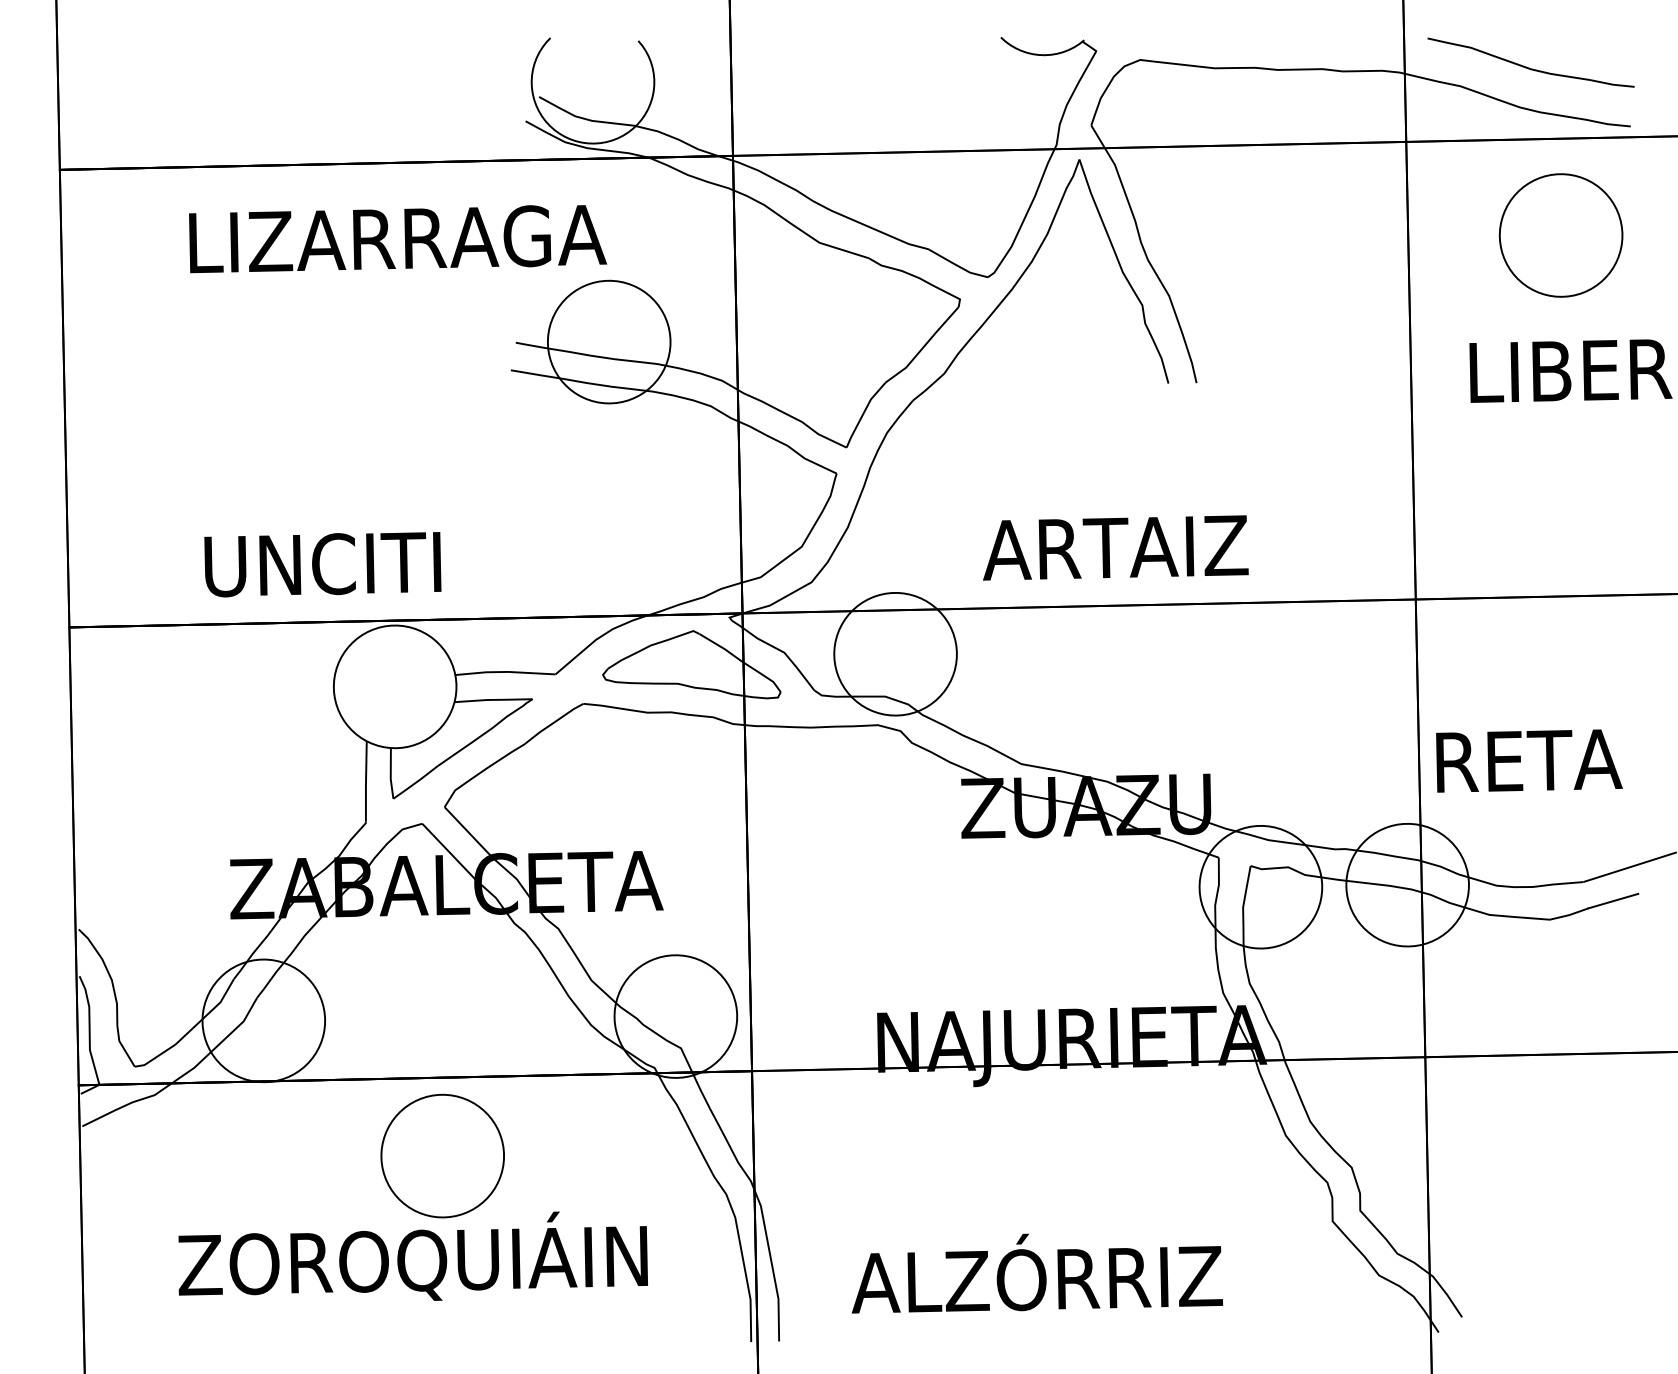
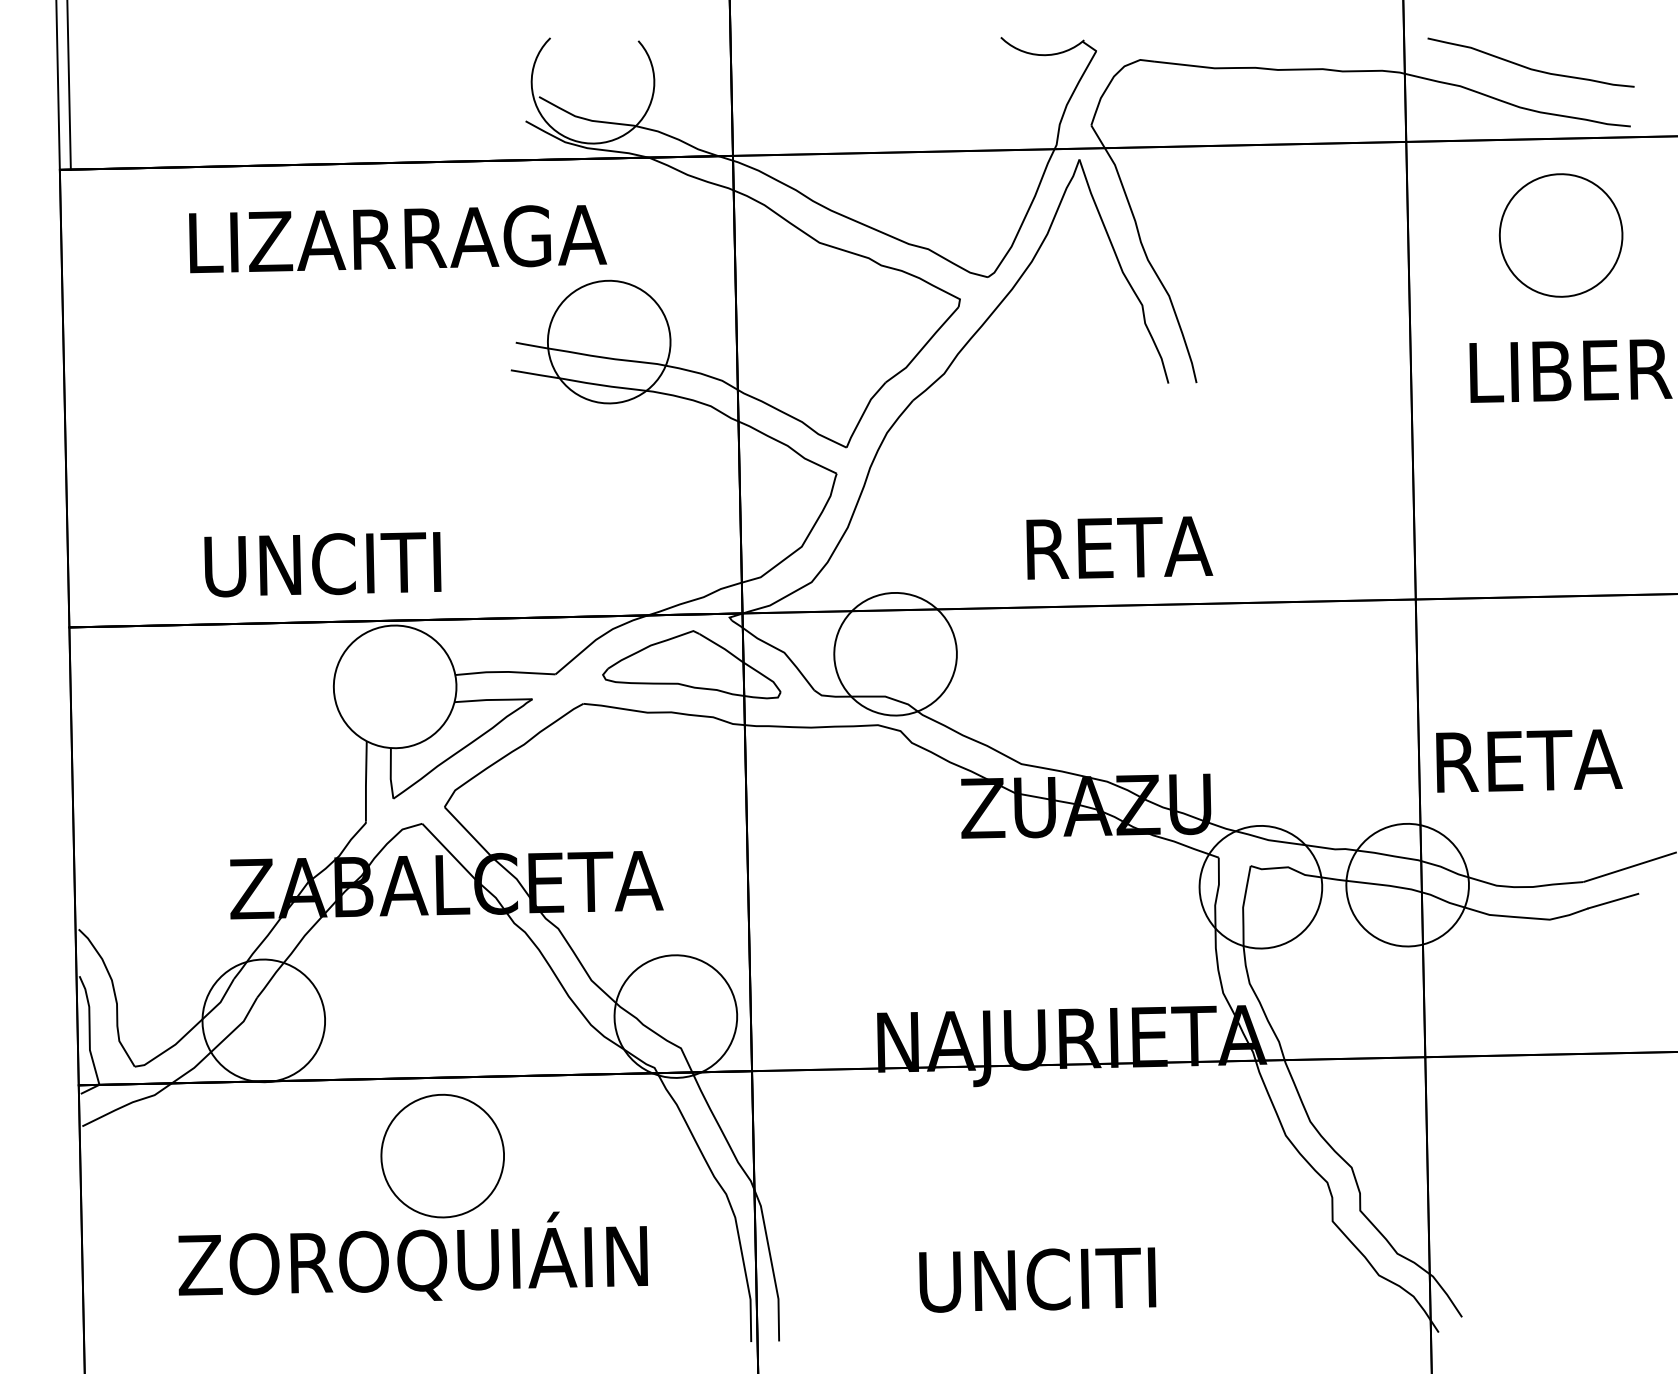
line at (57, 85) position: (57, 85) -> (68, 85)
text at (1115, 547): ARTAIZ -> RETA
text at (1037, 1273): ALZÓRRIZ -> UNCITI
